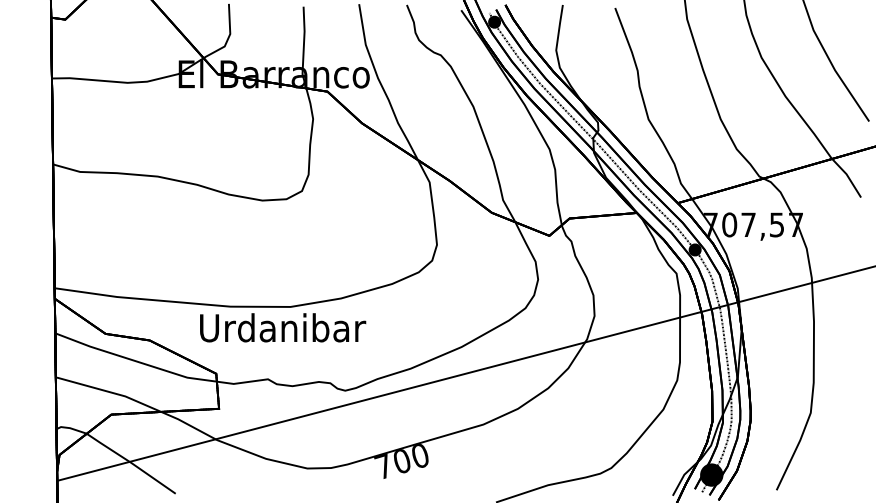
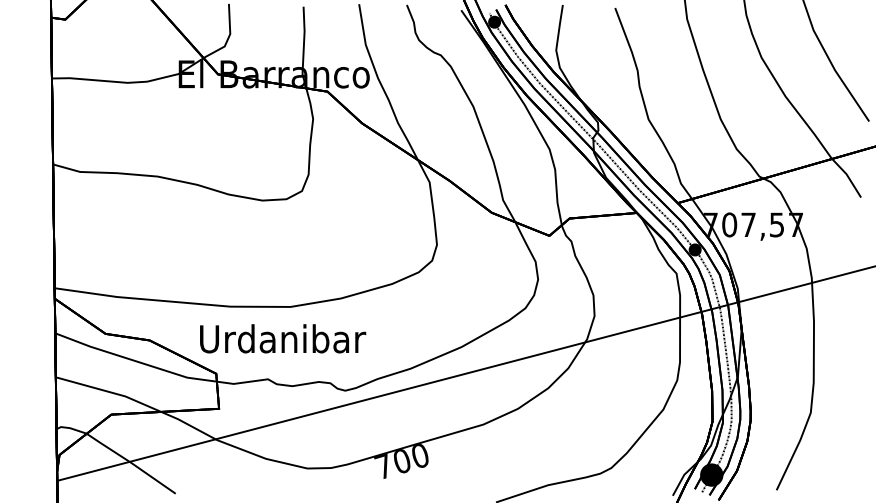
text at (283, 327) position: (283, 327) -> (283, 338)
